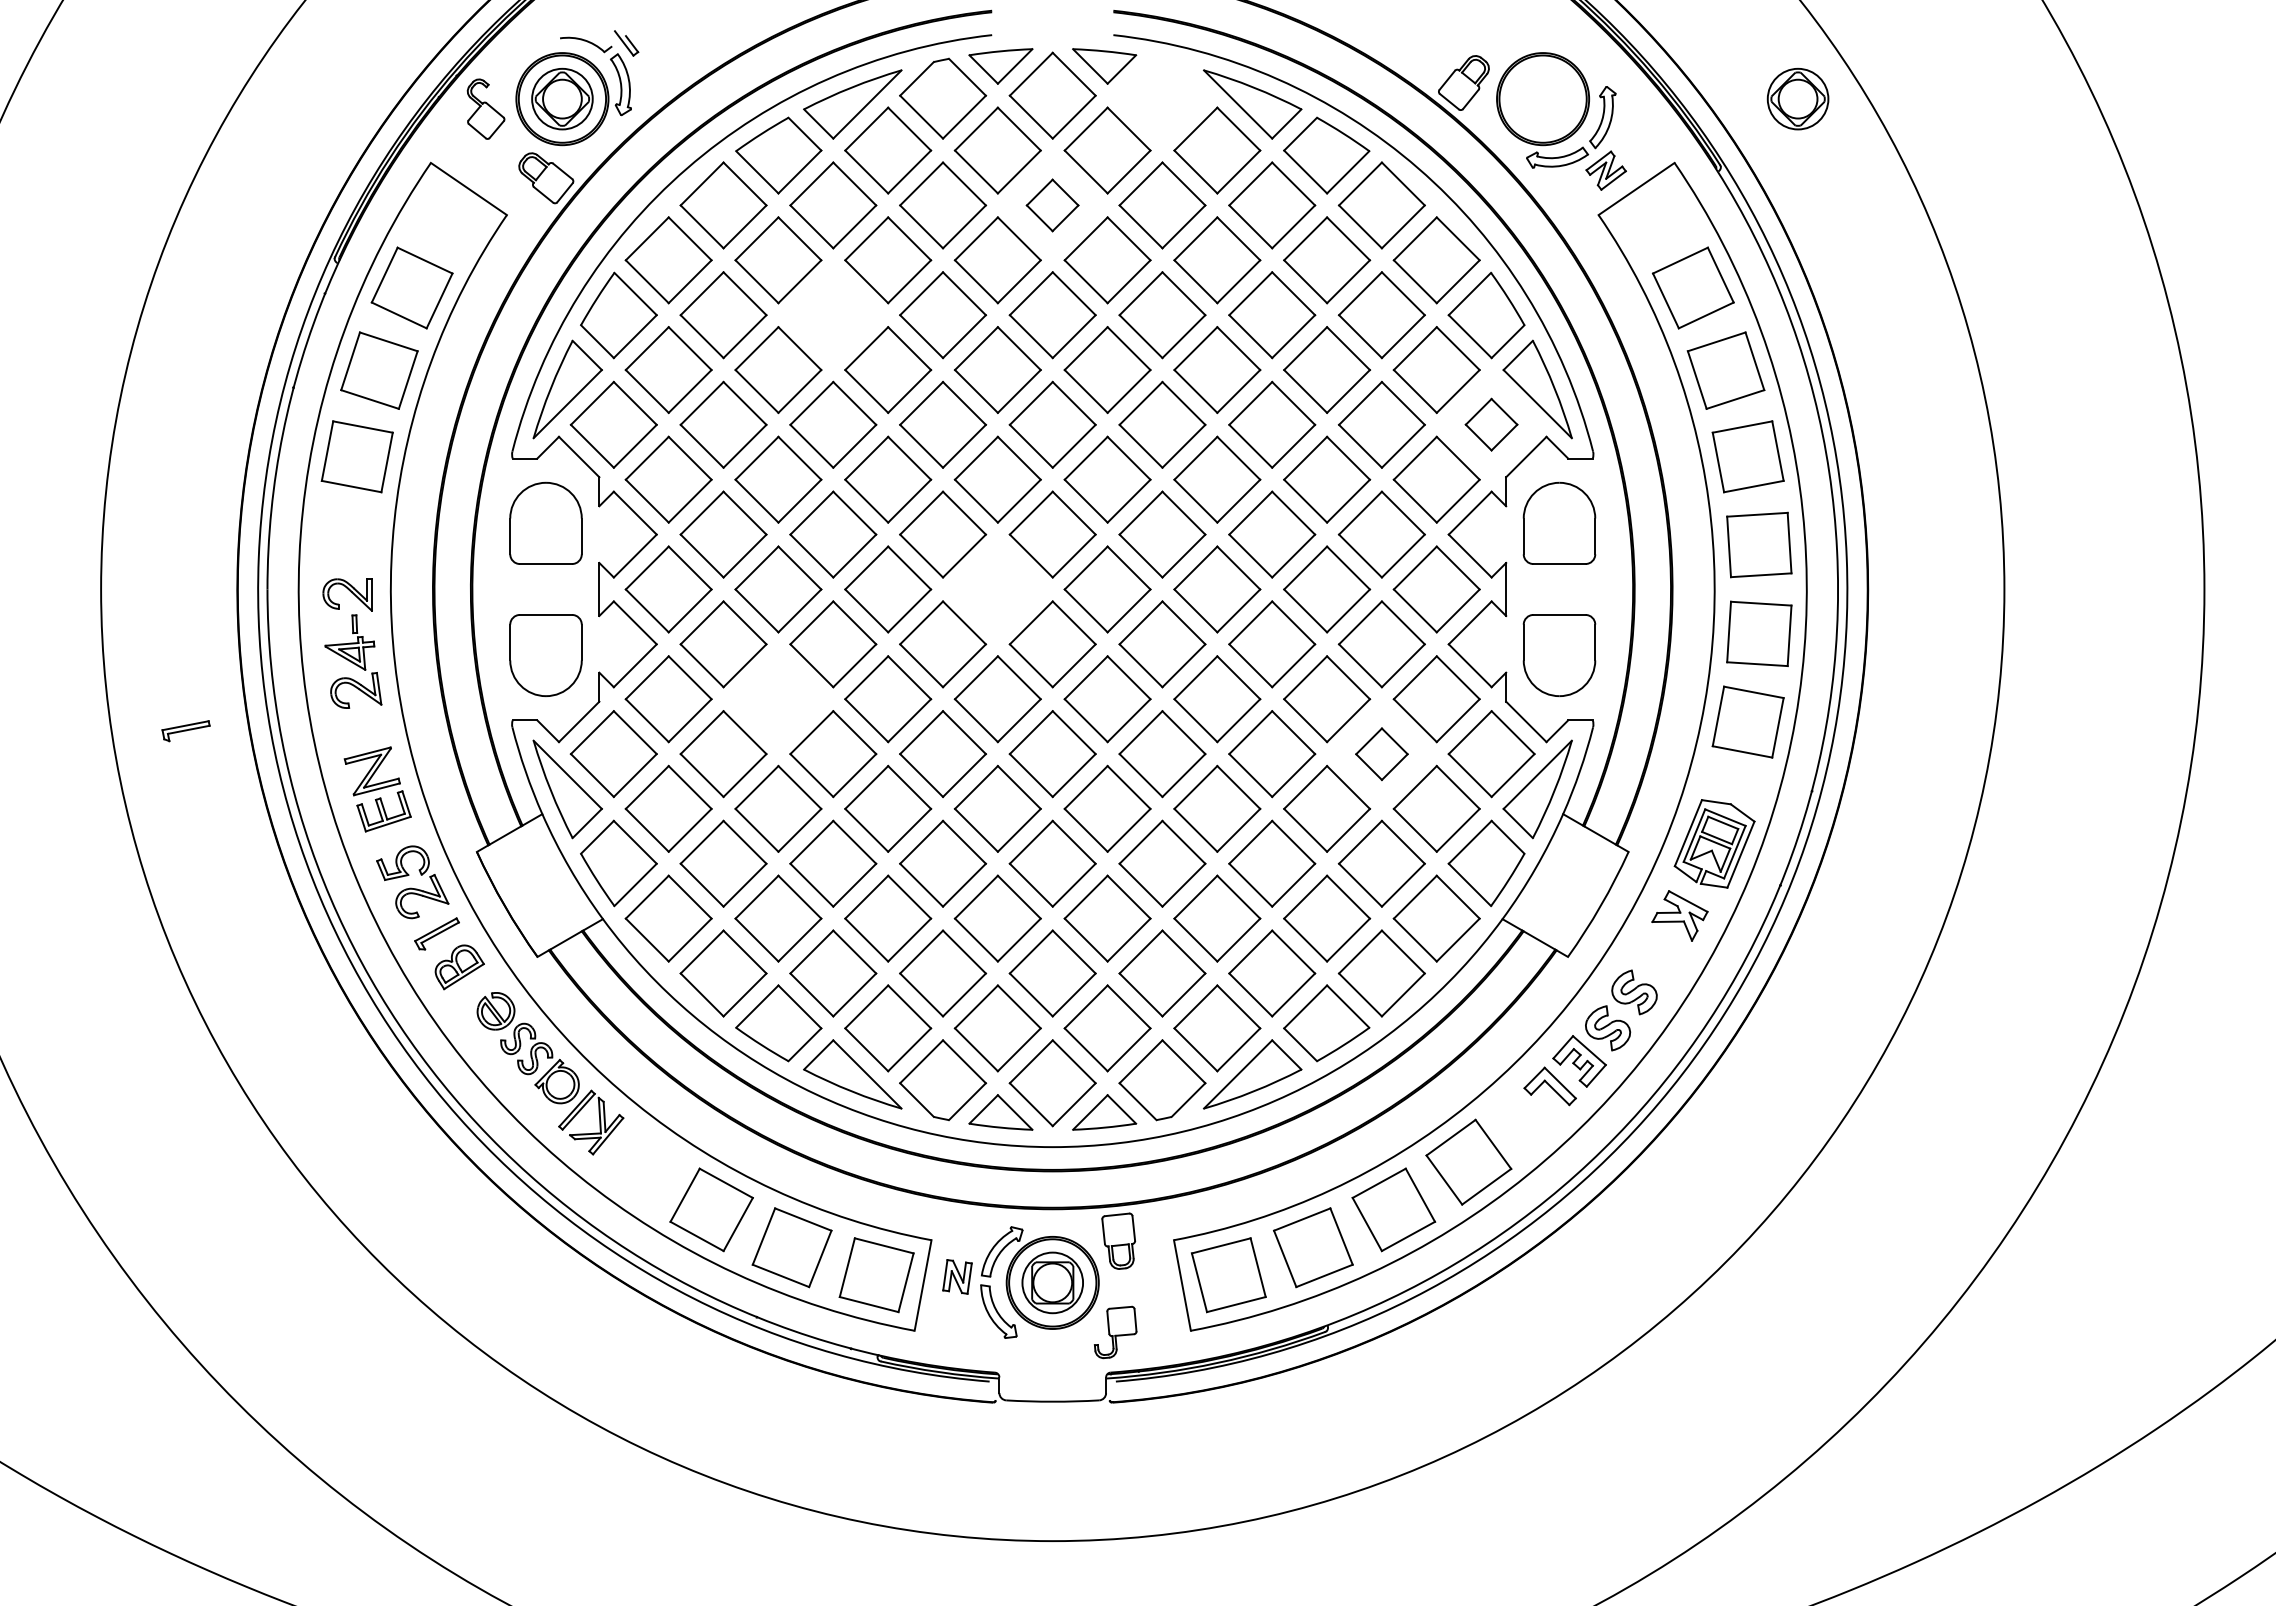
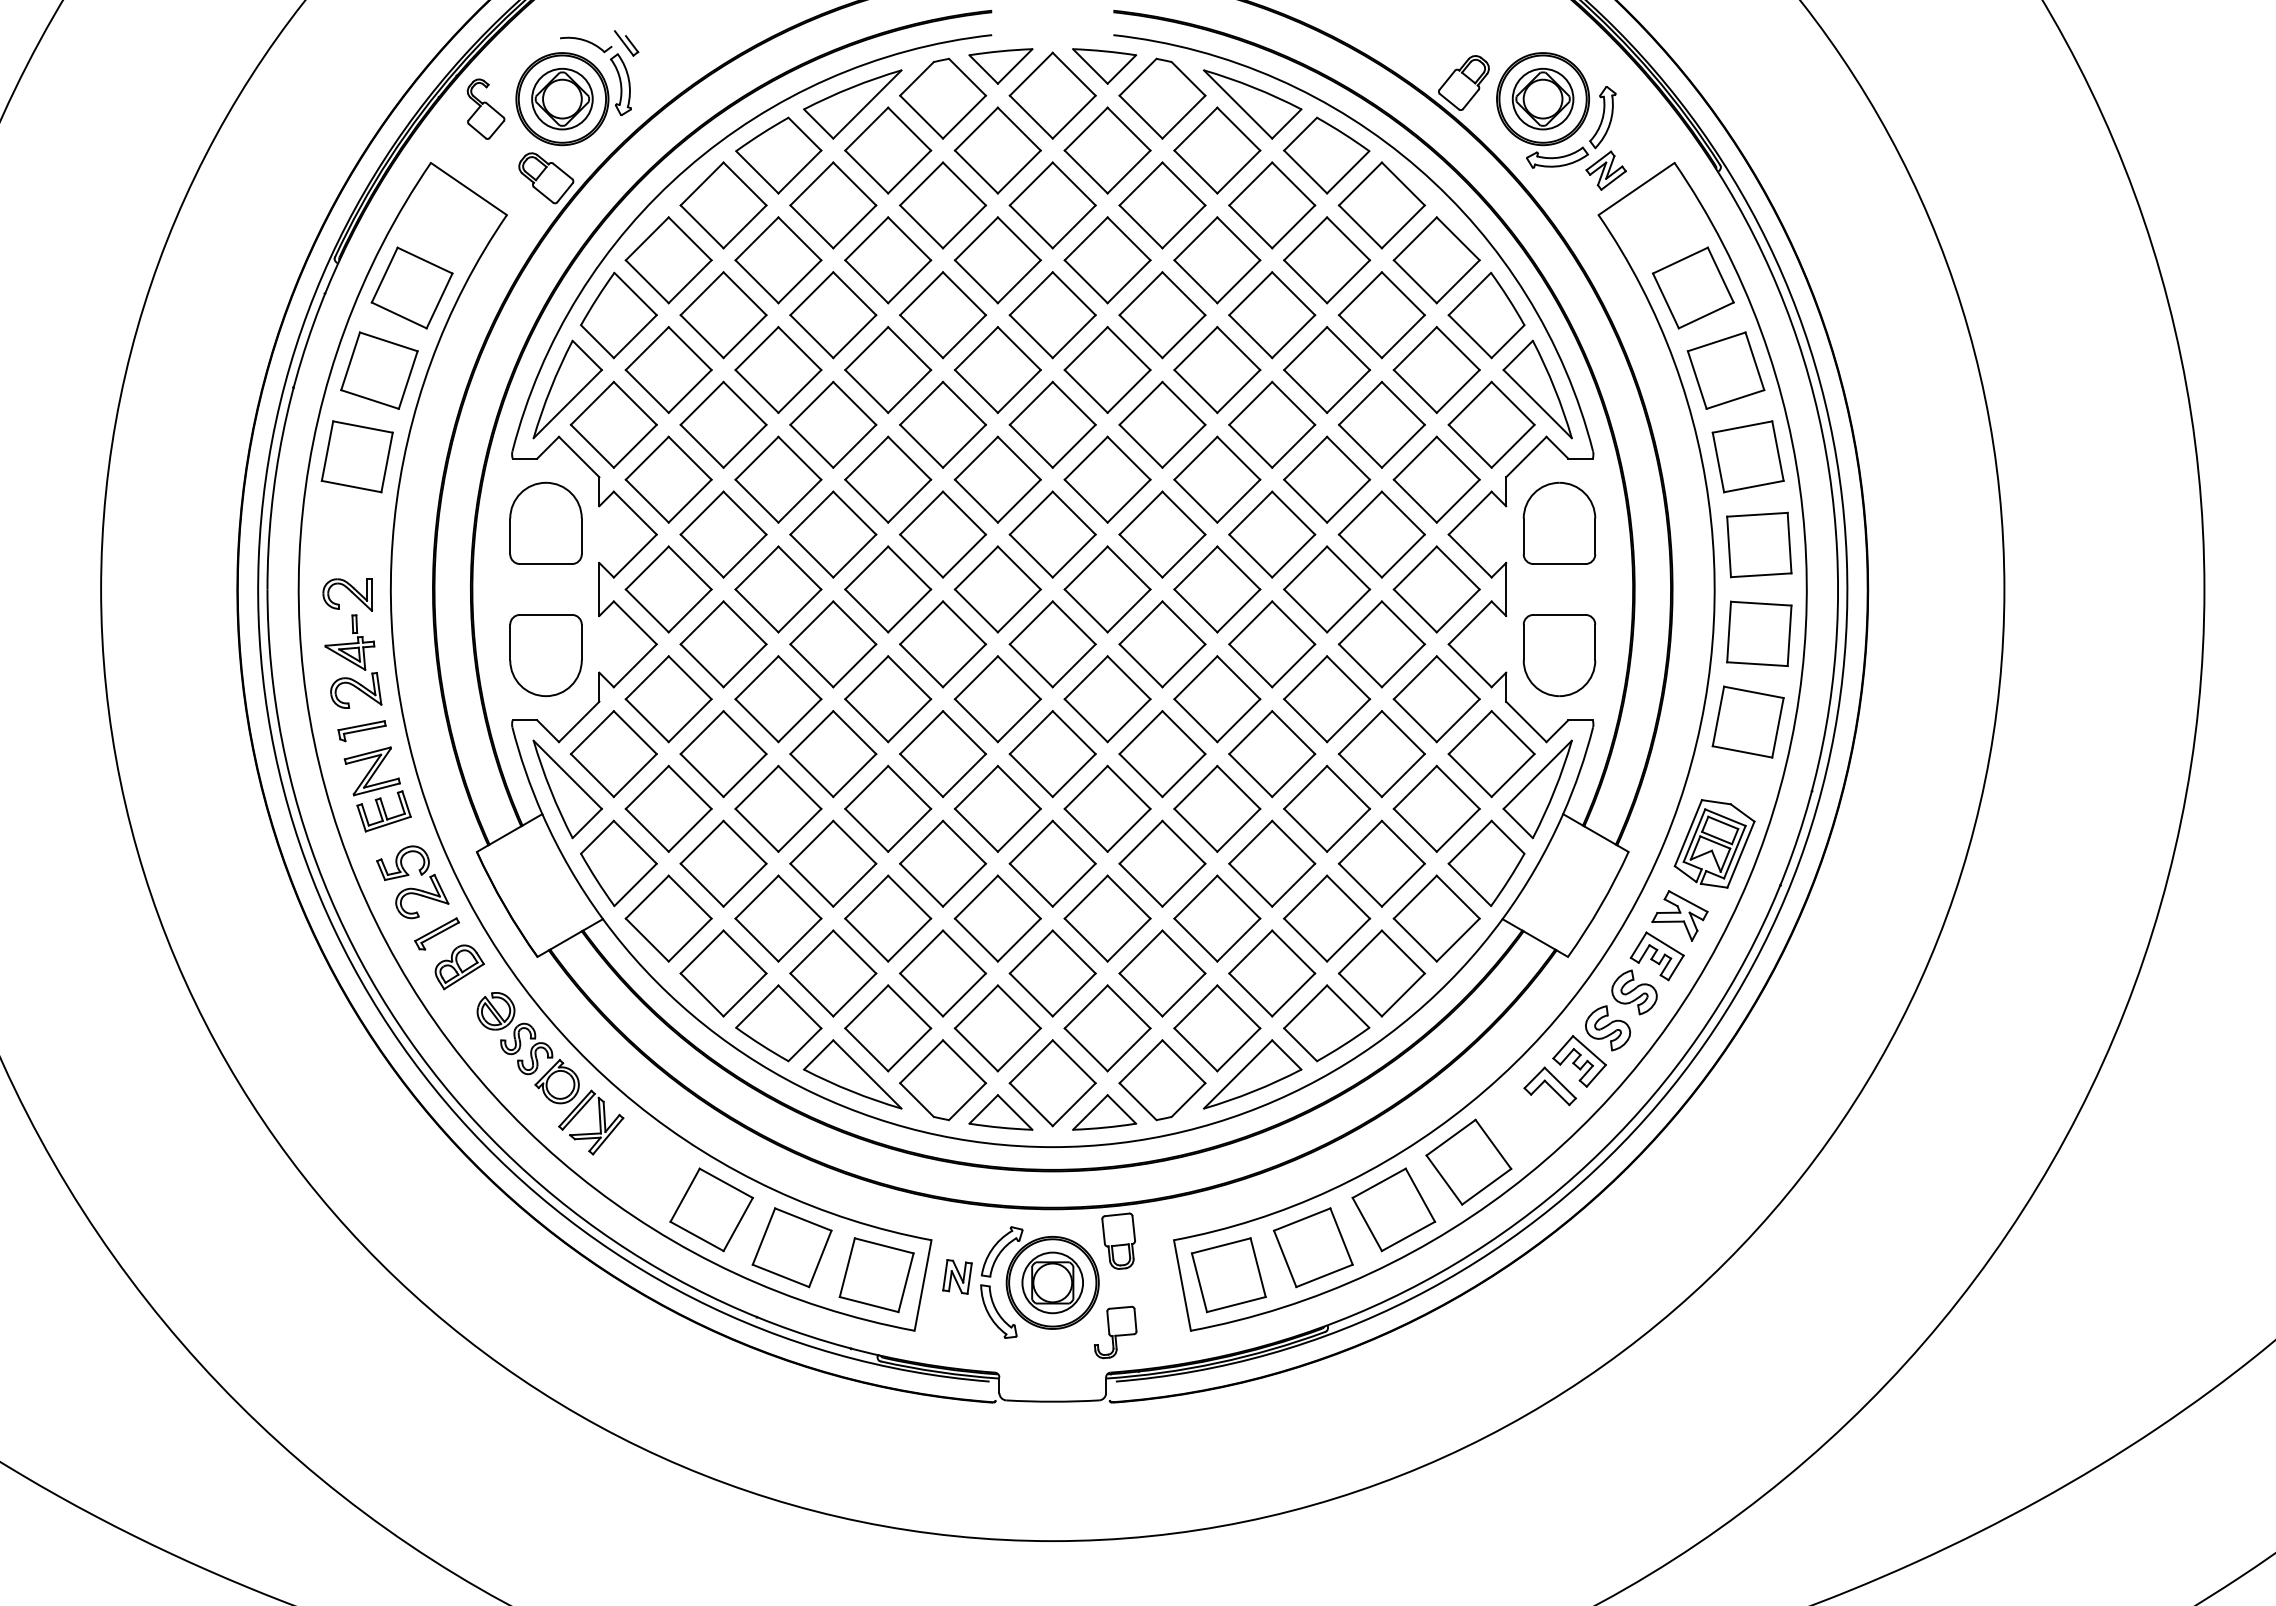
part at (1162, 98): none -> present
part at (1797, 99) position: (1797, 99) -> (1542, 99)
part at (1052, 205) size: 55x55 px -> 89x89 px
part at (833, 315): none -> present
part at (1491, 424) size: 55x55 px -> 89x89 px
part at (997, 589): none -> present
part at (778, 699): none -> present
part at (185, 731) position: (185, 731) -> (361, 731)
part at (1381, 754) size: 54x55 px -> 88x89 px
part at (1656, 956): none -> present
